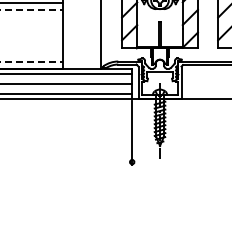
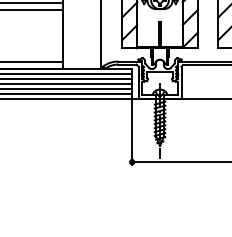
line at (31, 9): dashed -> solid
line at (31, 62): dashed -> solid
line at (67, 78): none -> present
line at (67, 88): none -> present
line at (180, 162): none -> present
